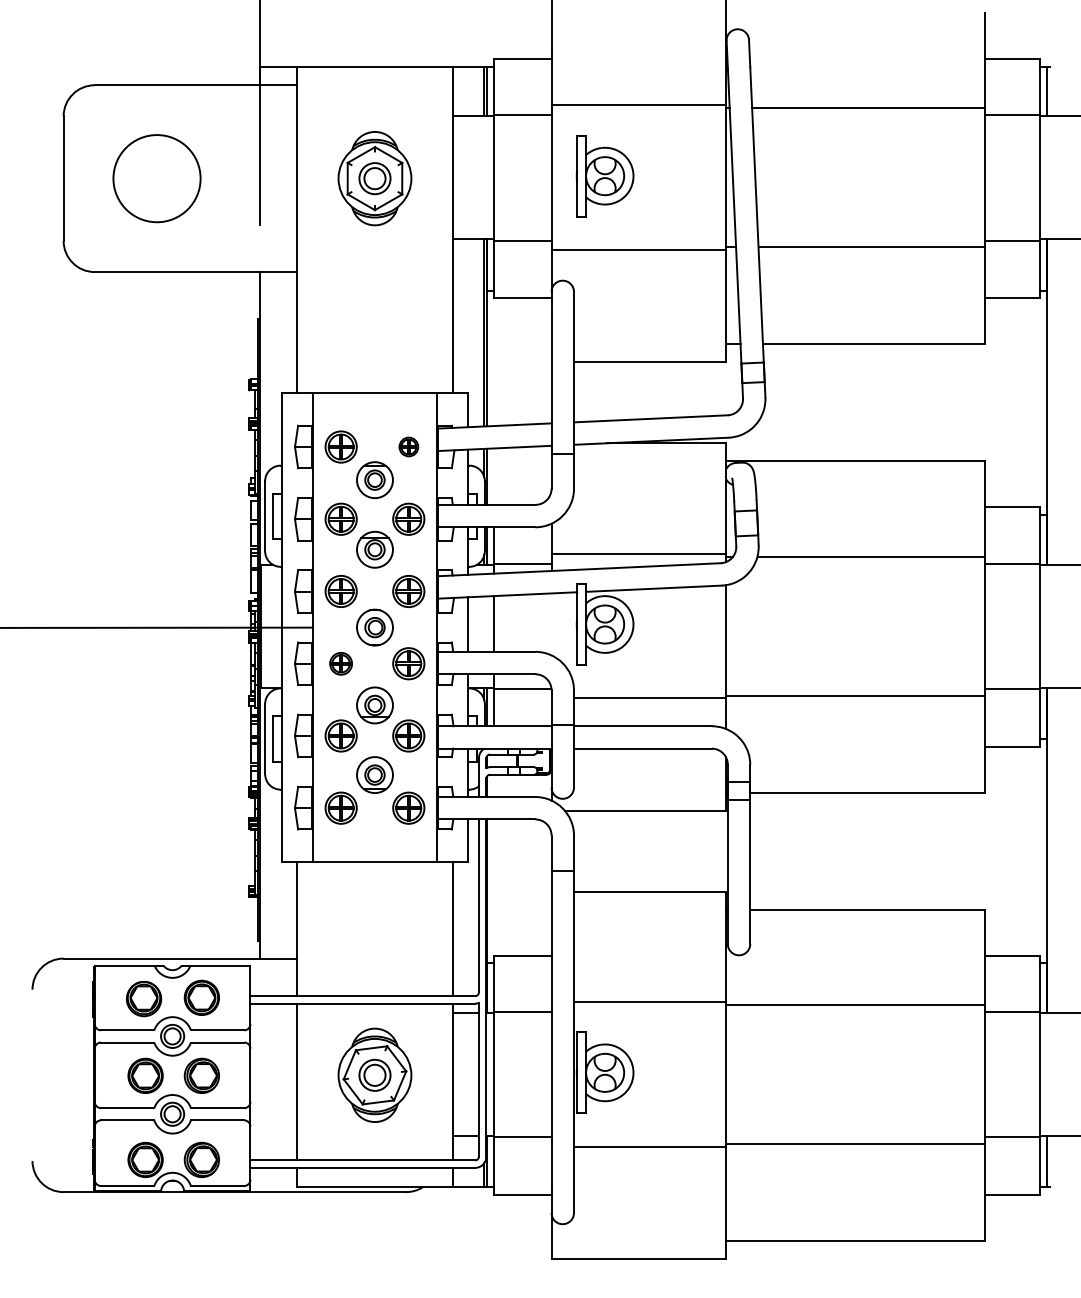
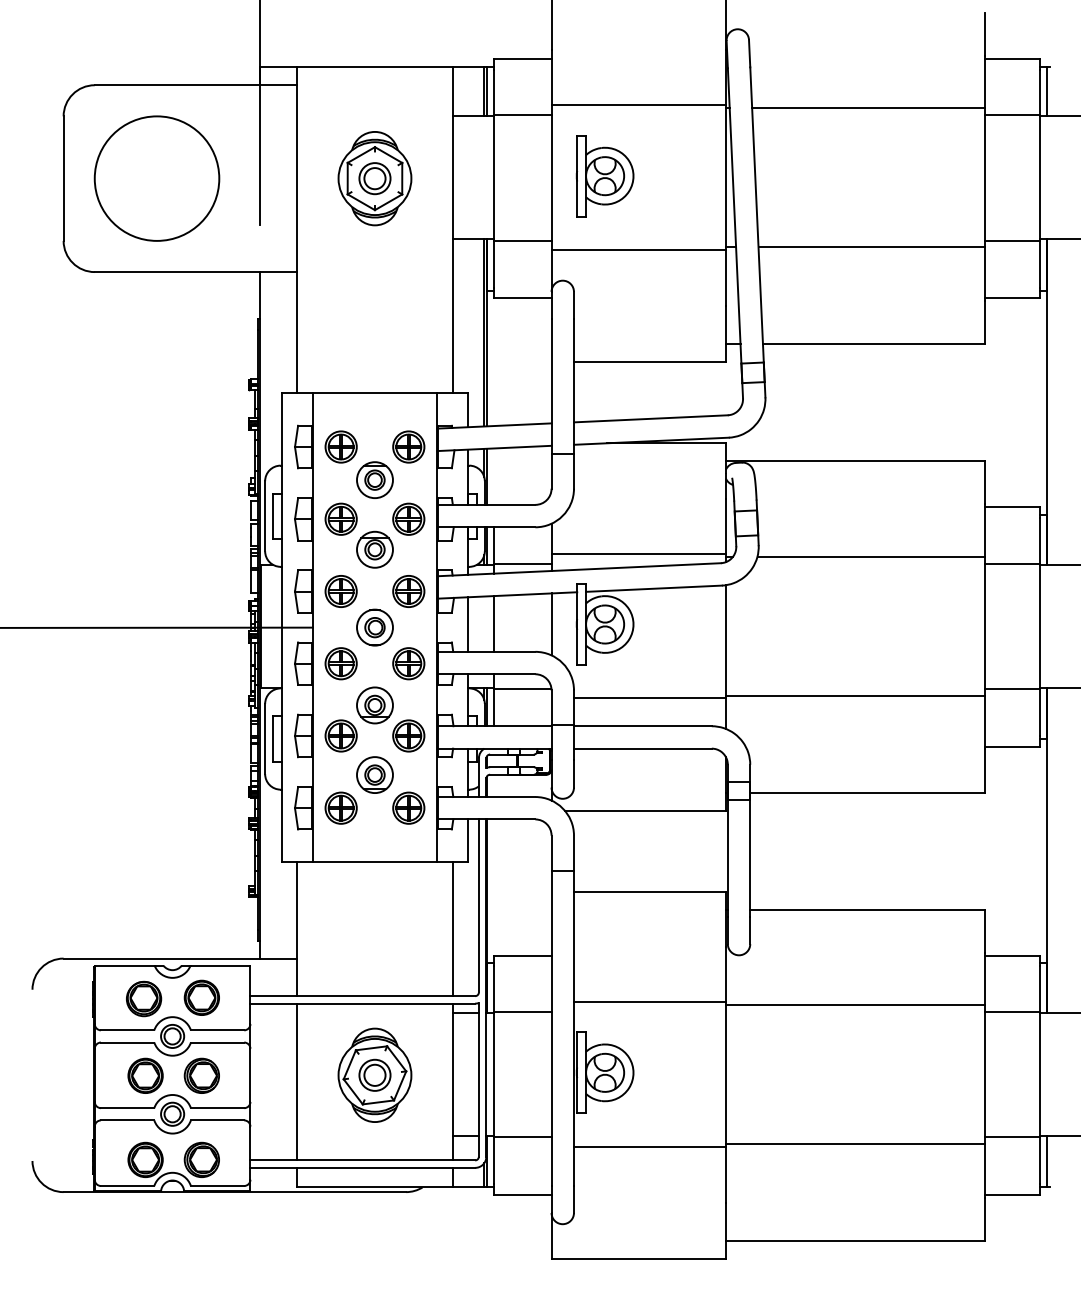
circle at (156, 178) diameter: 87 px -> 125 px
part at (408, 446) size: 22x22 px -> 34x34 px
line at (551, 624): none -> present
part at (340, 663) size: 24x24 px -> 34x34 px
